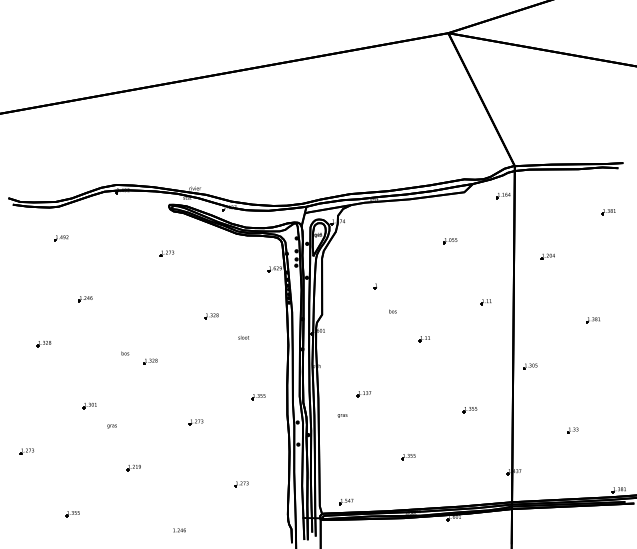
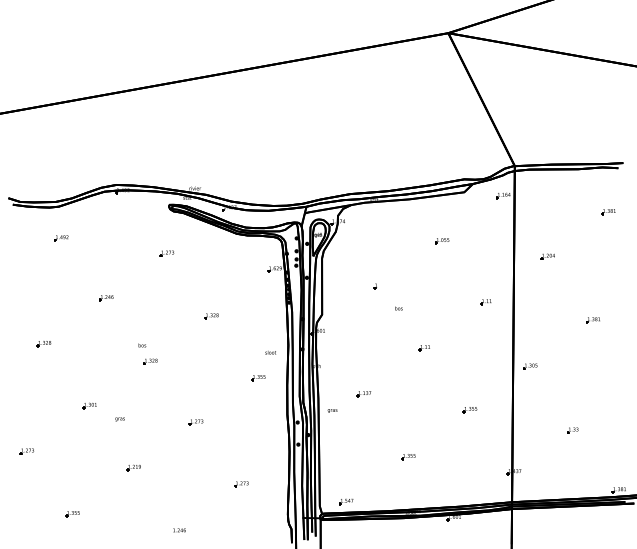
part at (450, 241) position: (450, 241) -> (442, 241)
part at (85, 299) position: (85, 299) -> (106, 298)
text at (392, 311) position: (392, 311) -> (398, 308)
text at (243, 337) position: (243, 337) -> (270, 352)
part at (423, 339) position: (423, 339) -> (423, 348)
text at (125, 353) position: (125, 353) -> (142, 345)
part at (258, 397) position: (258, 397) -> (258, 378)
text at (342, 415) position: (342, 415) -> (332, 410)
text at (111, 426) position: (111, 426) -> (119, 419)
